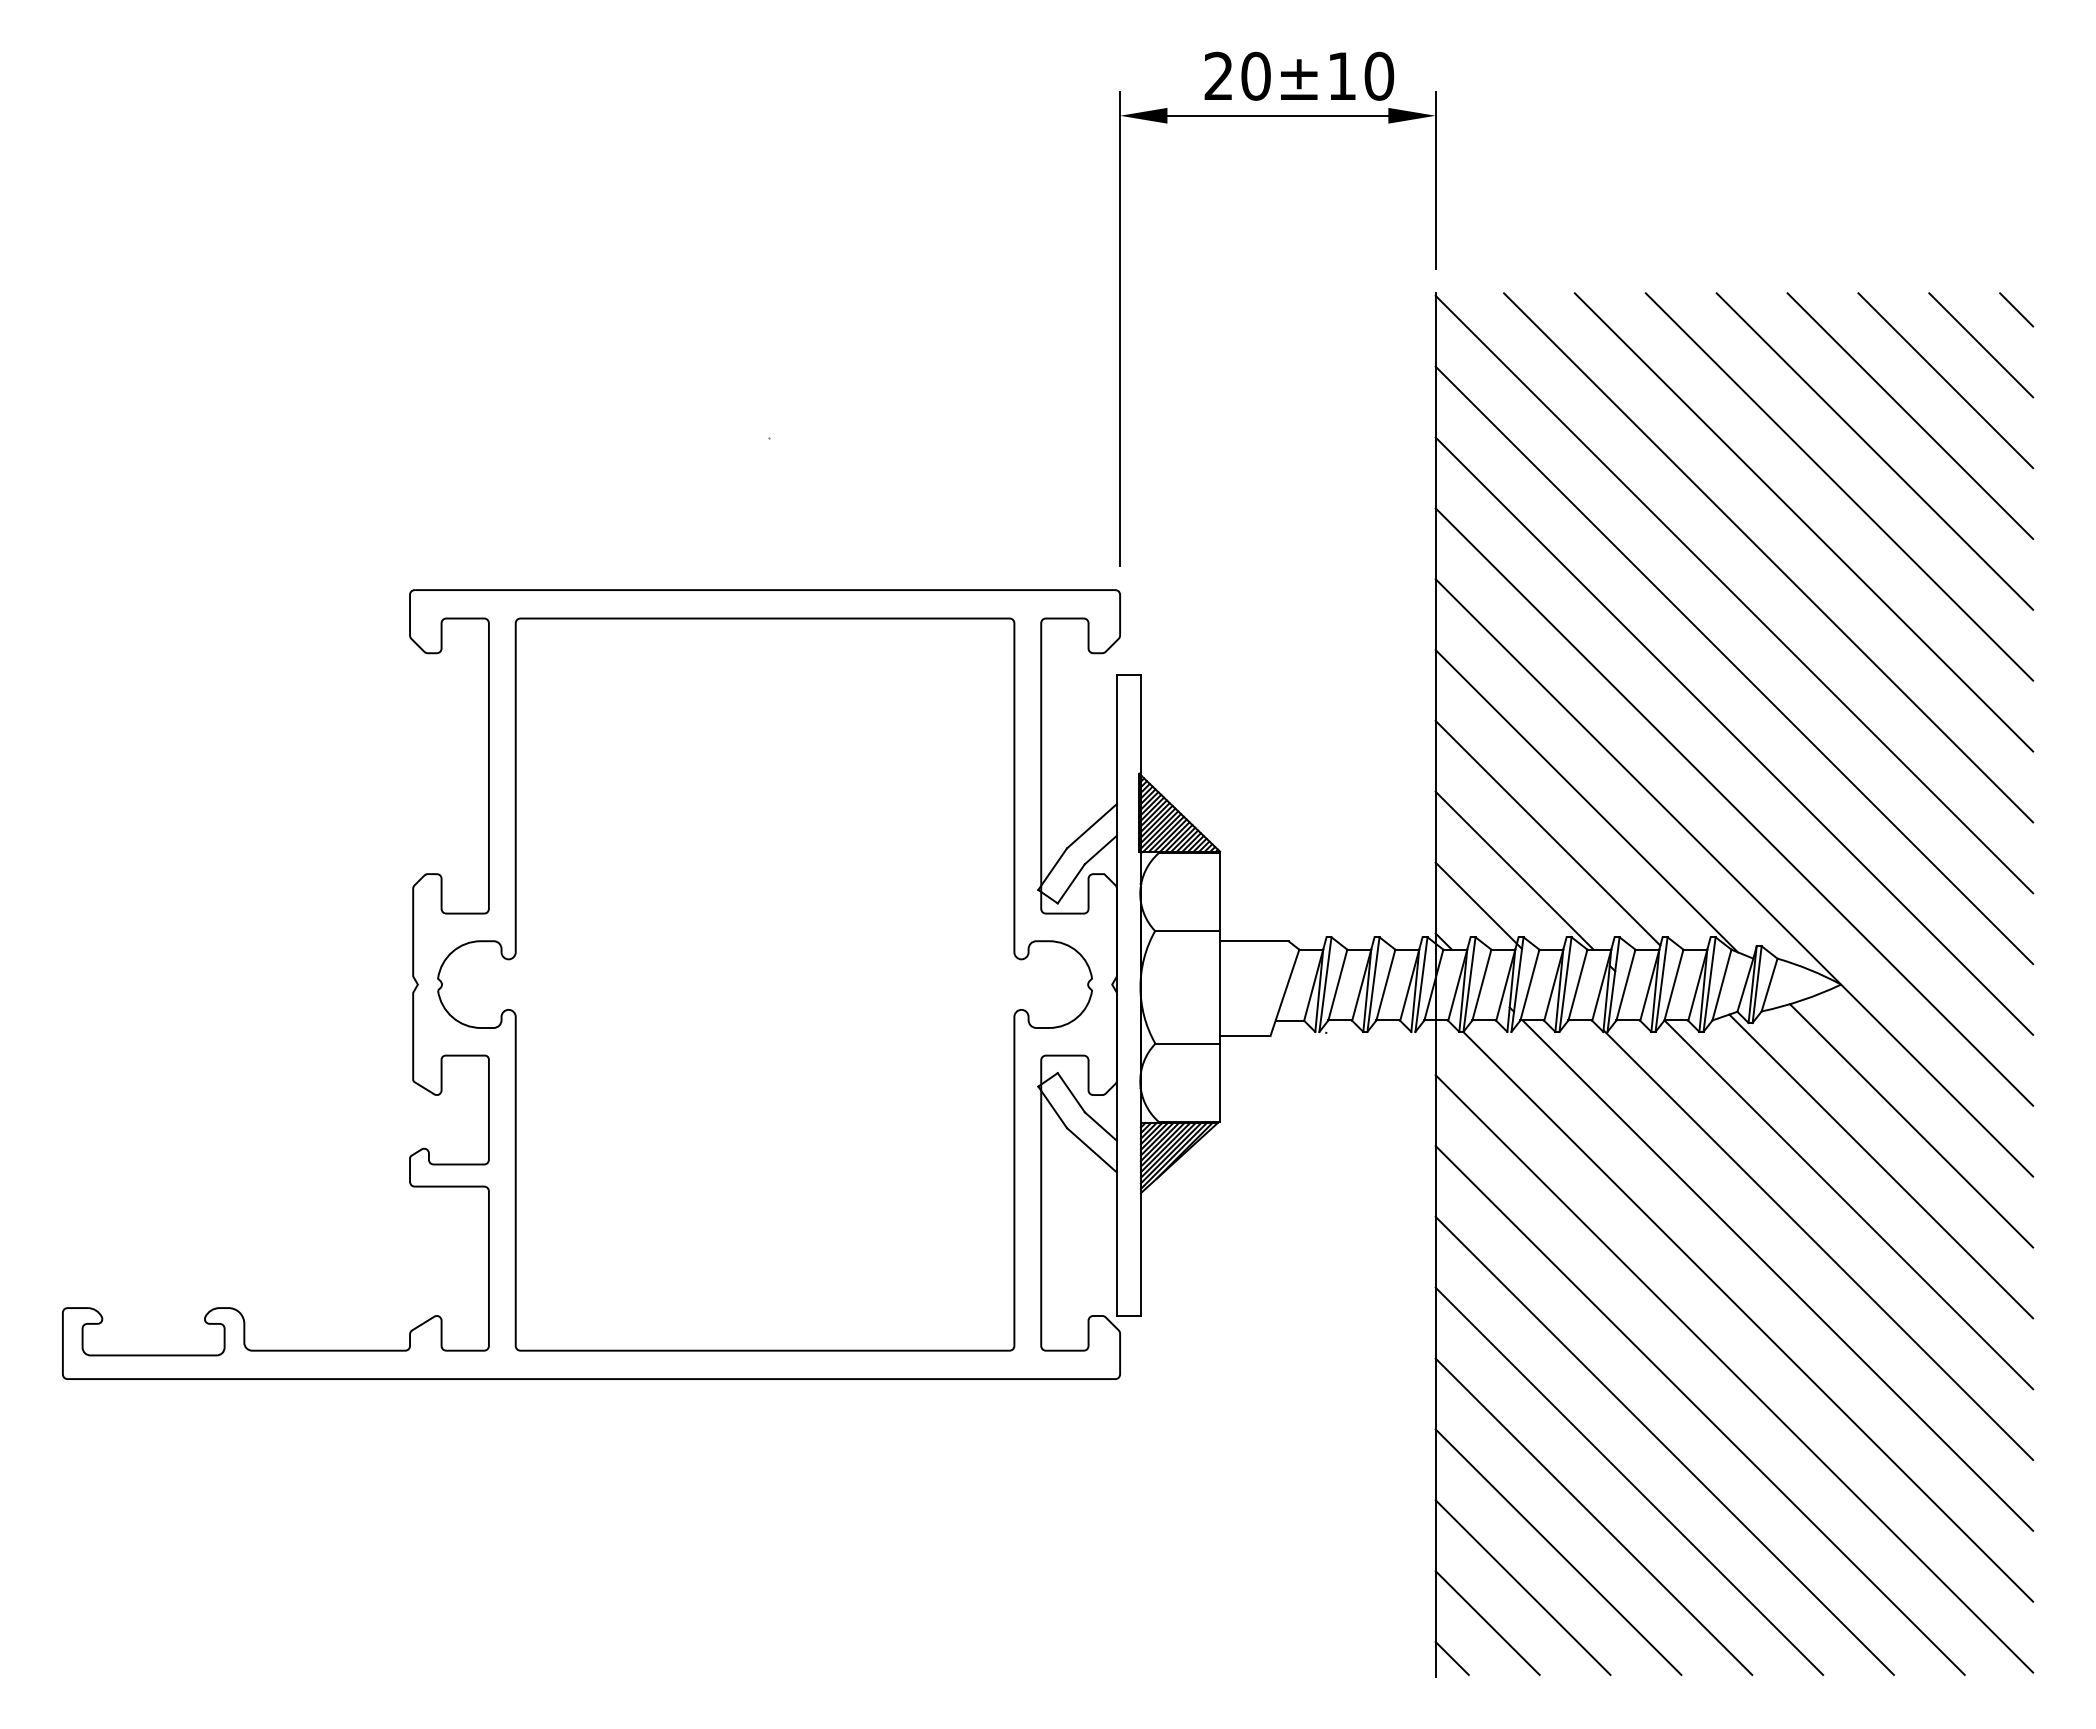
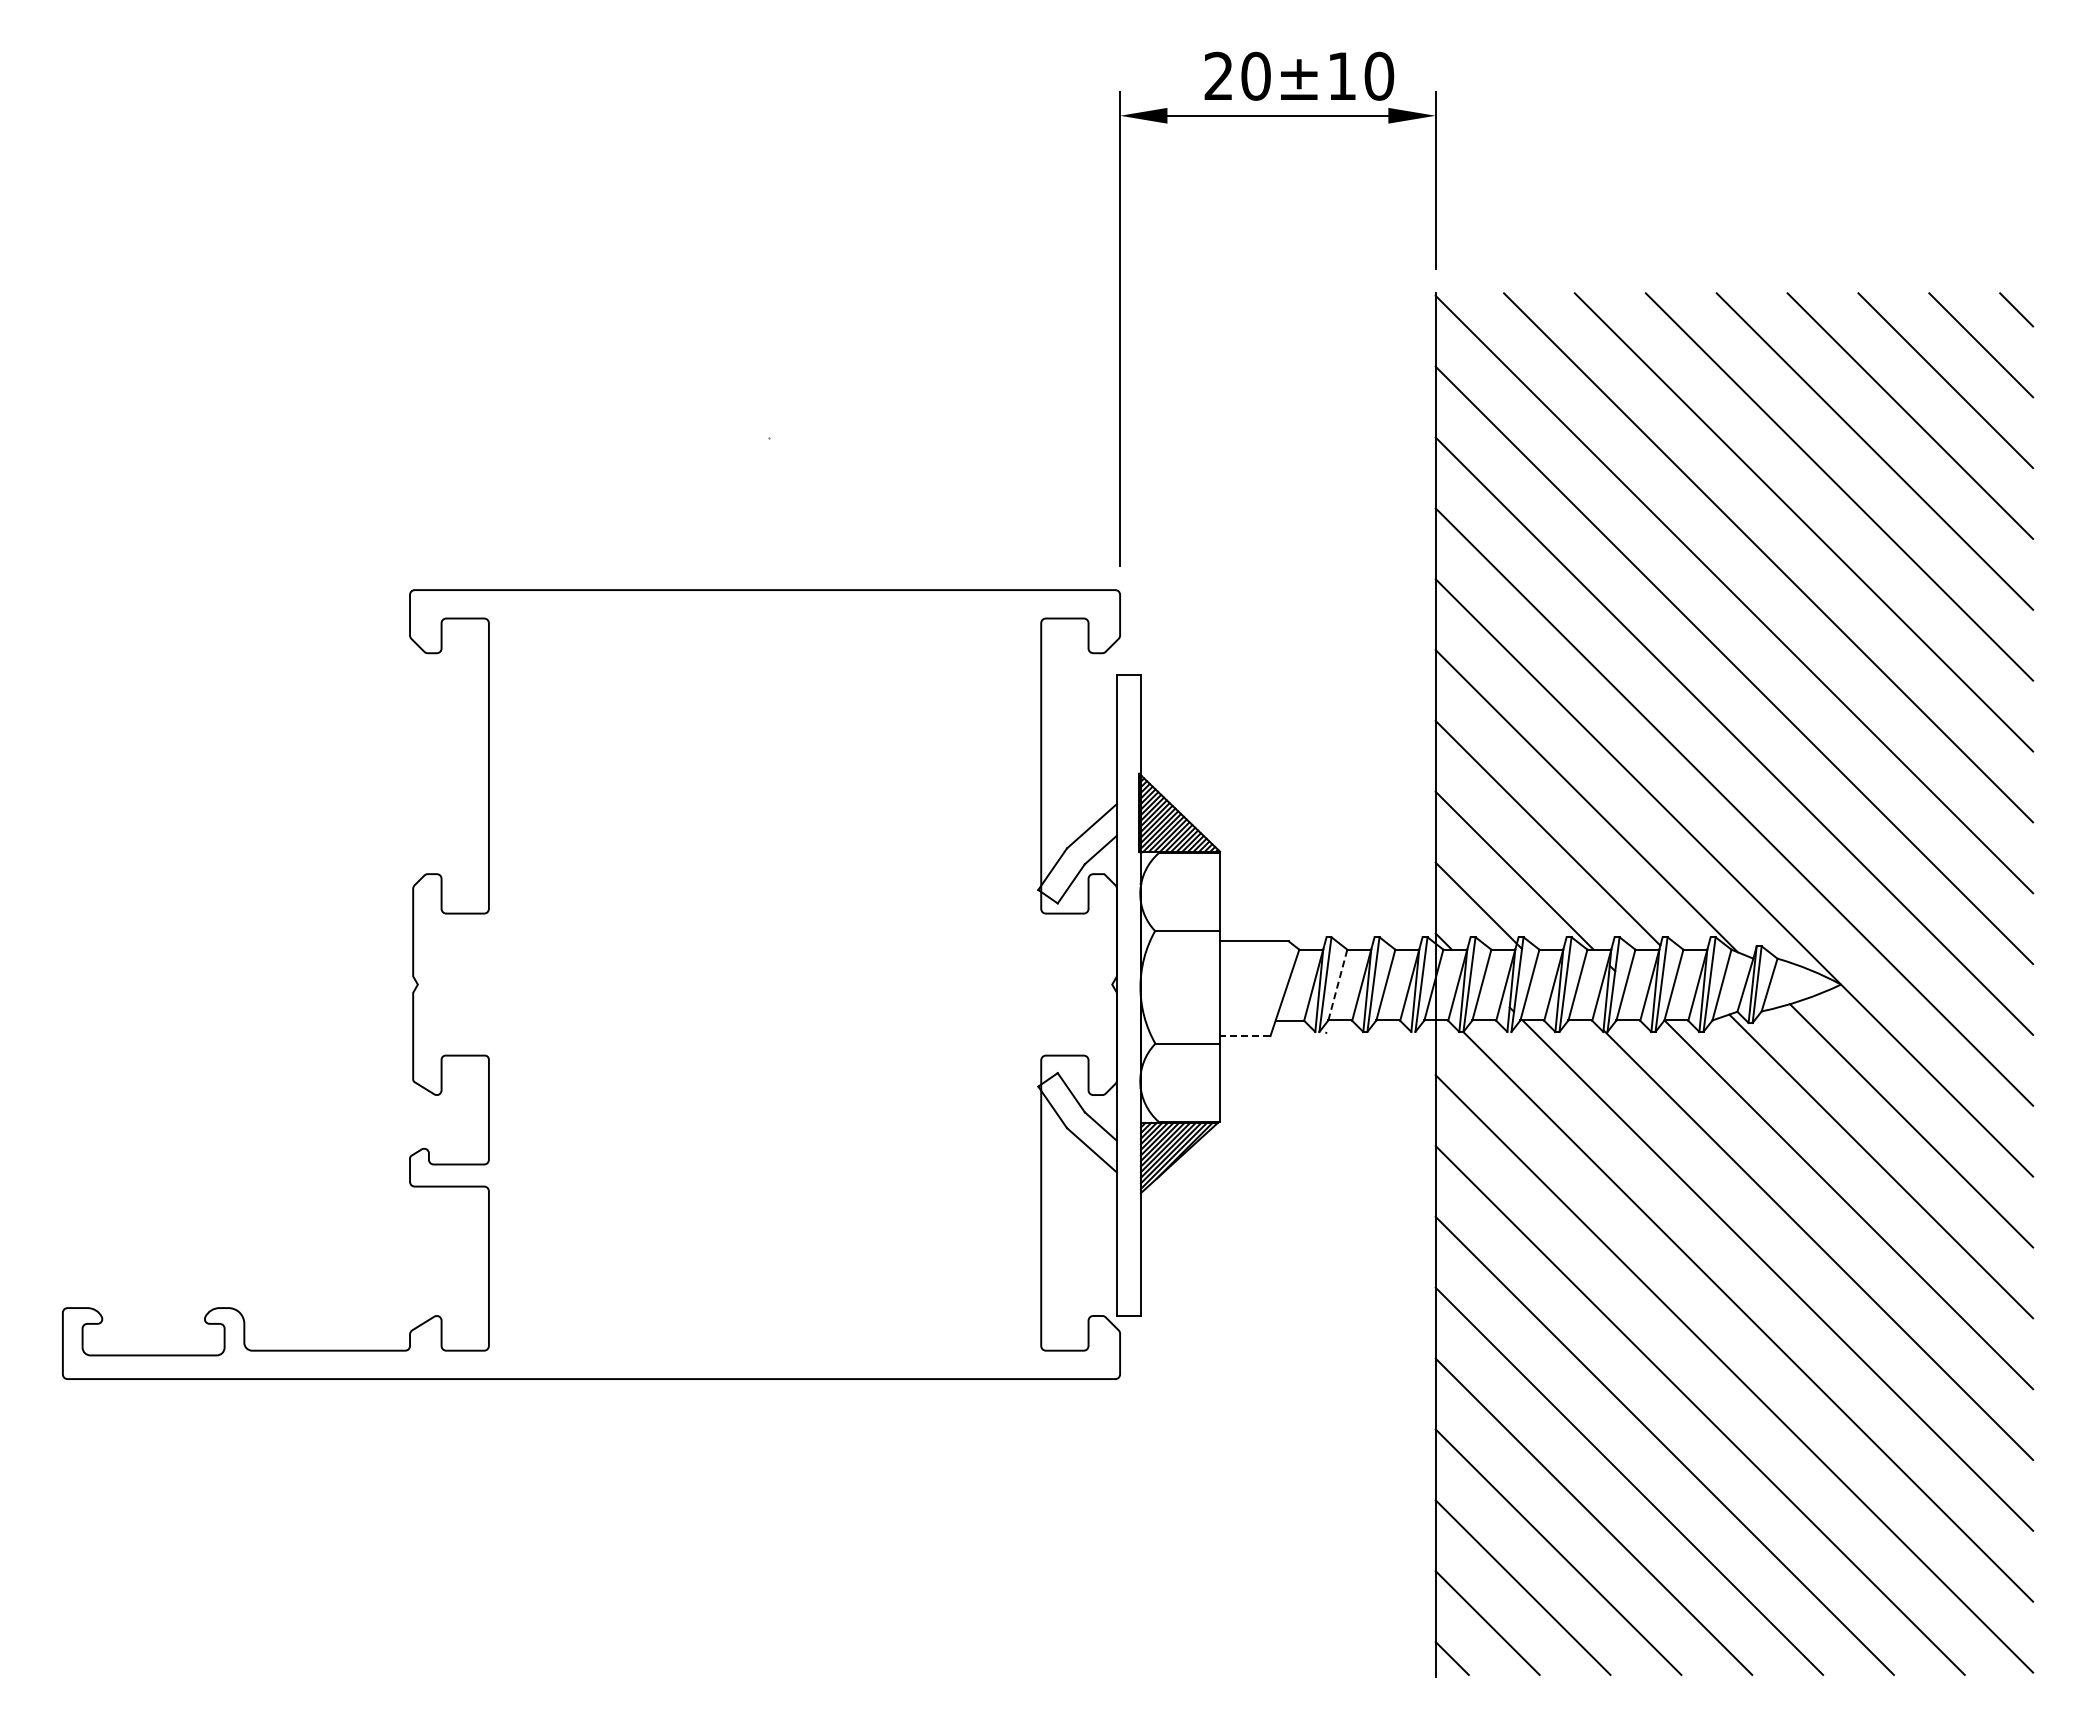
part at (764, 984): present -> none
line at (1337, 985): solid -> dashed
line at (1244, 1036): solid -> dashed
